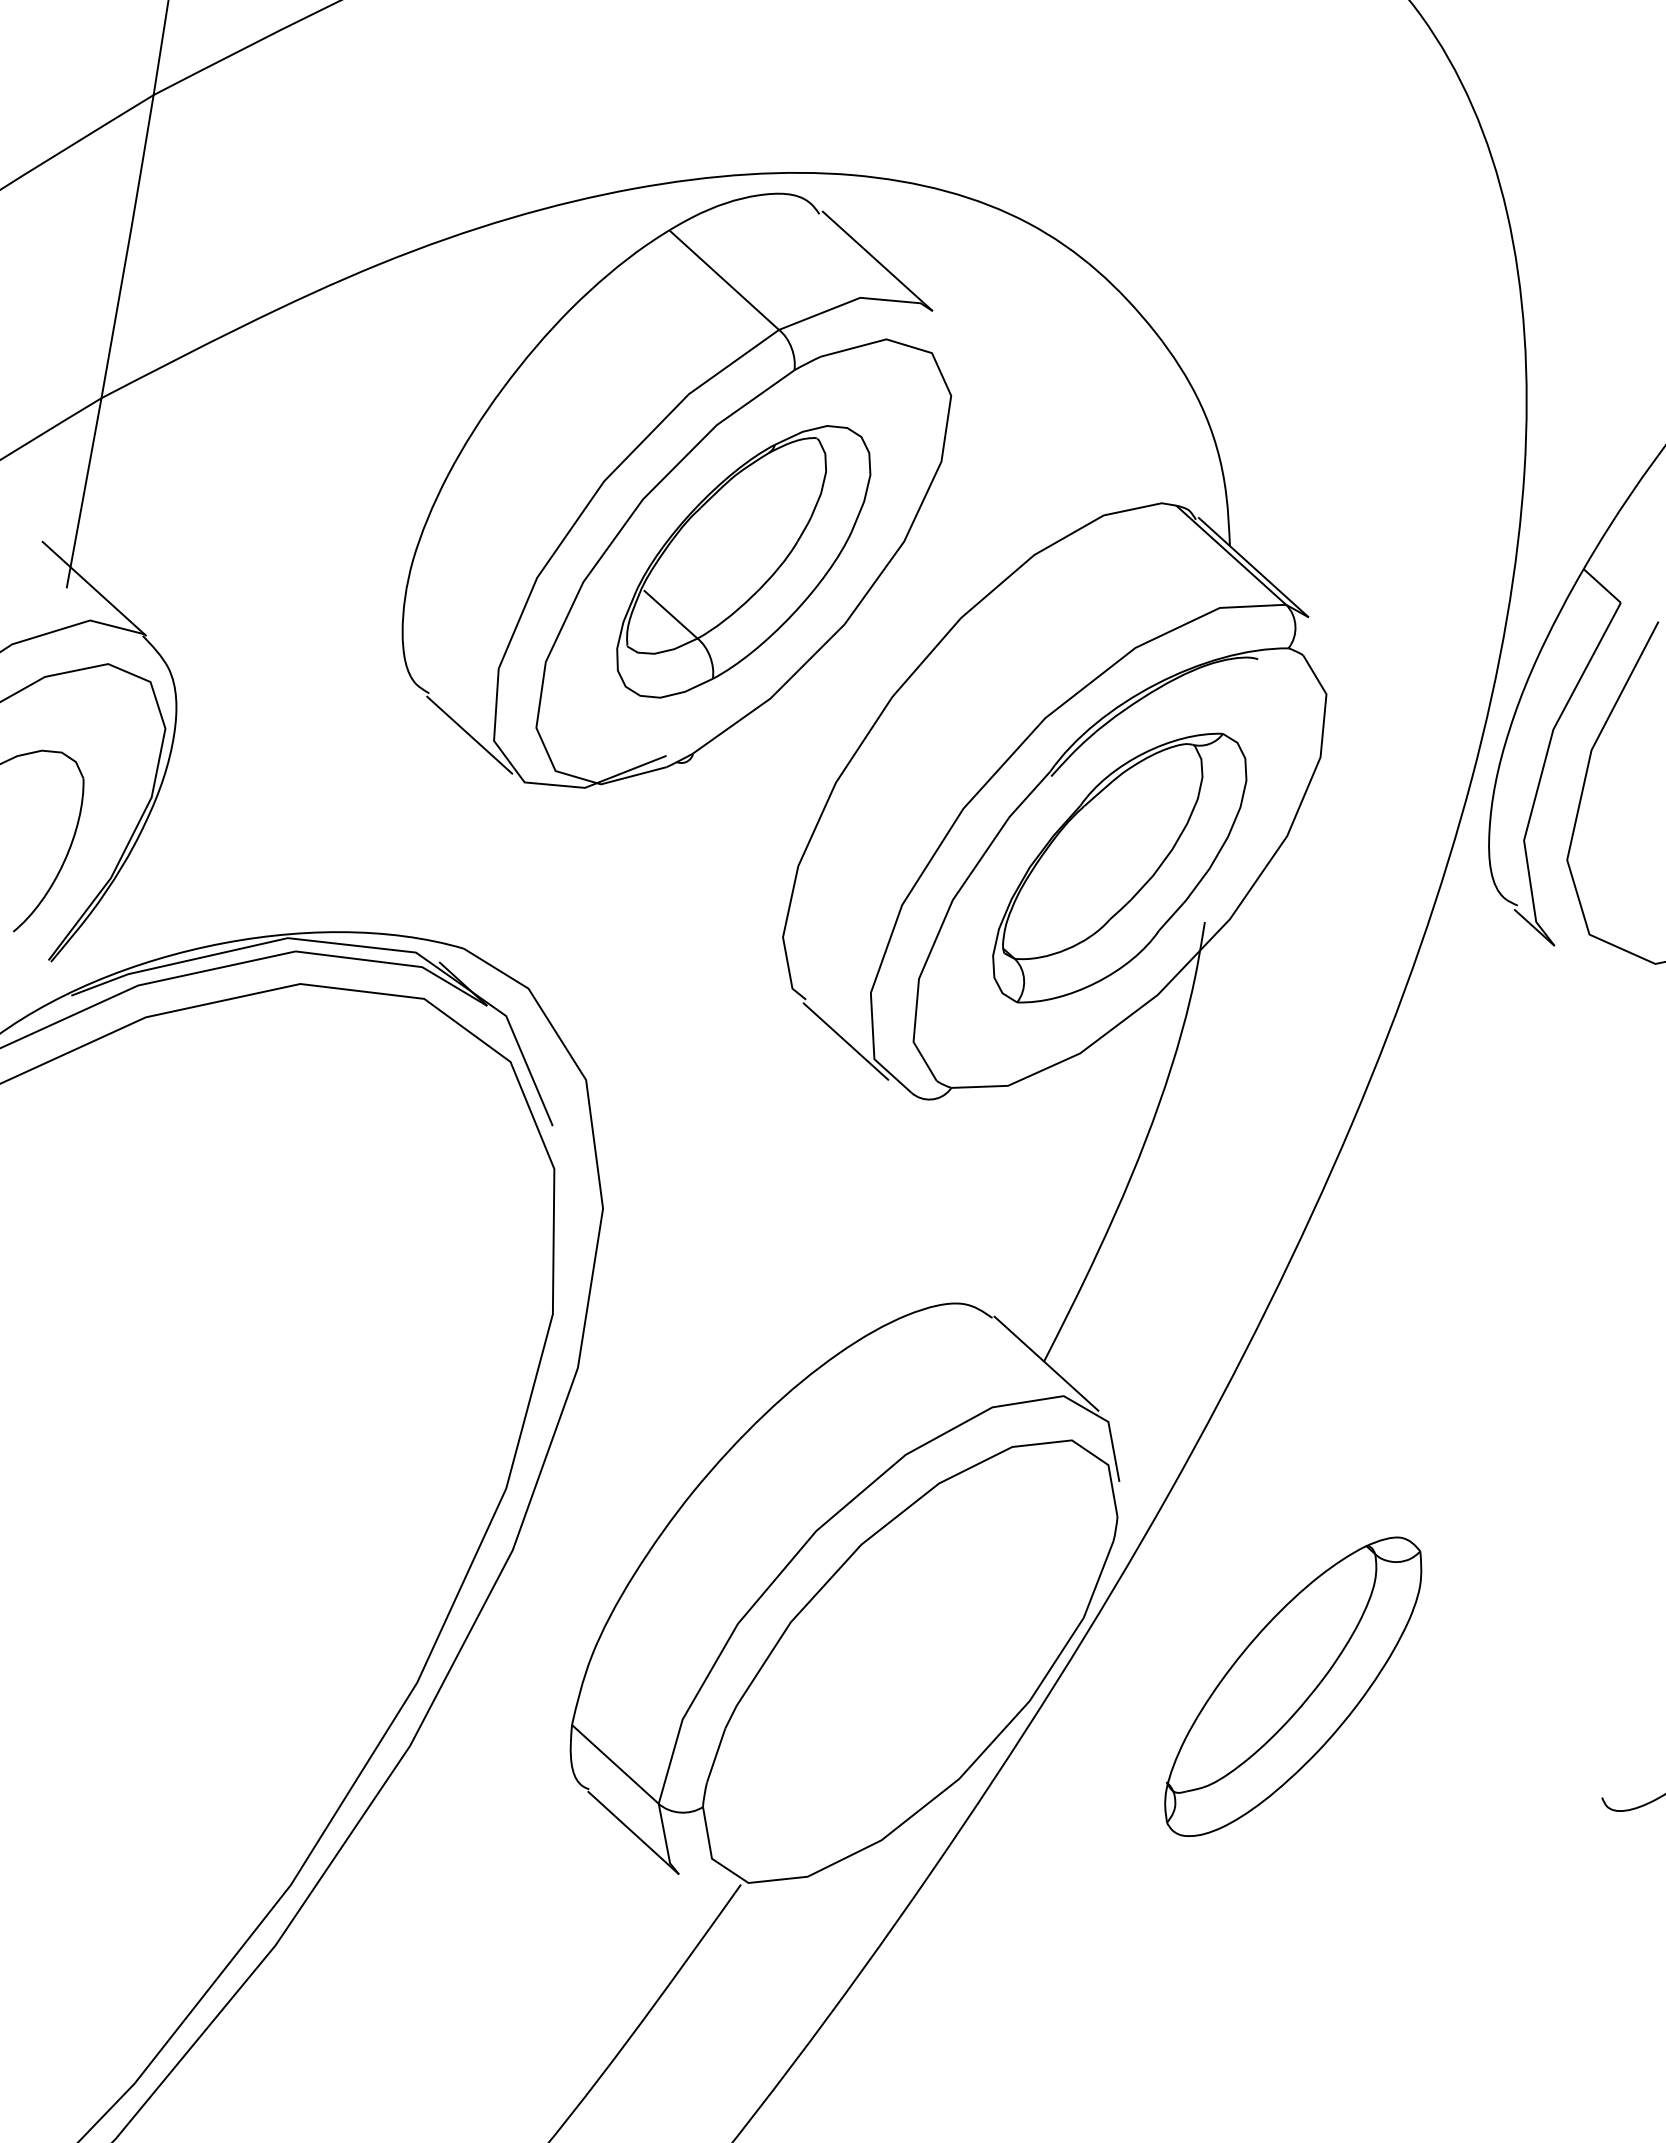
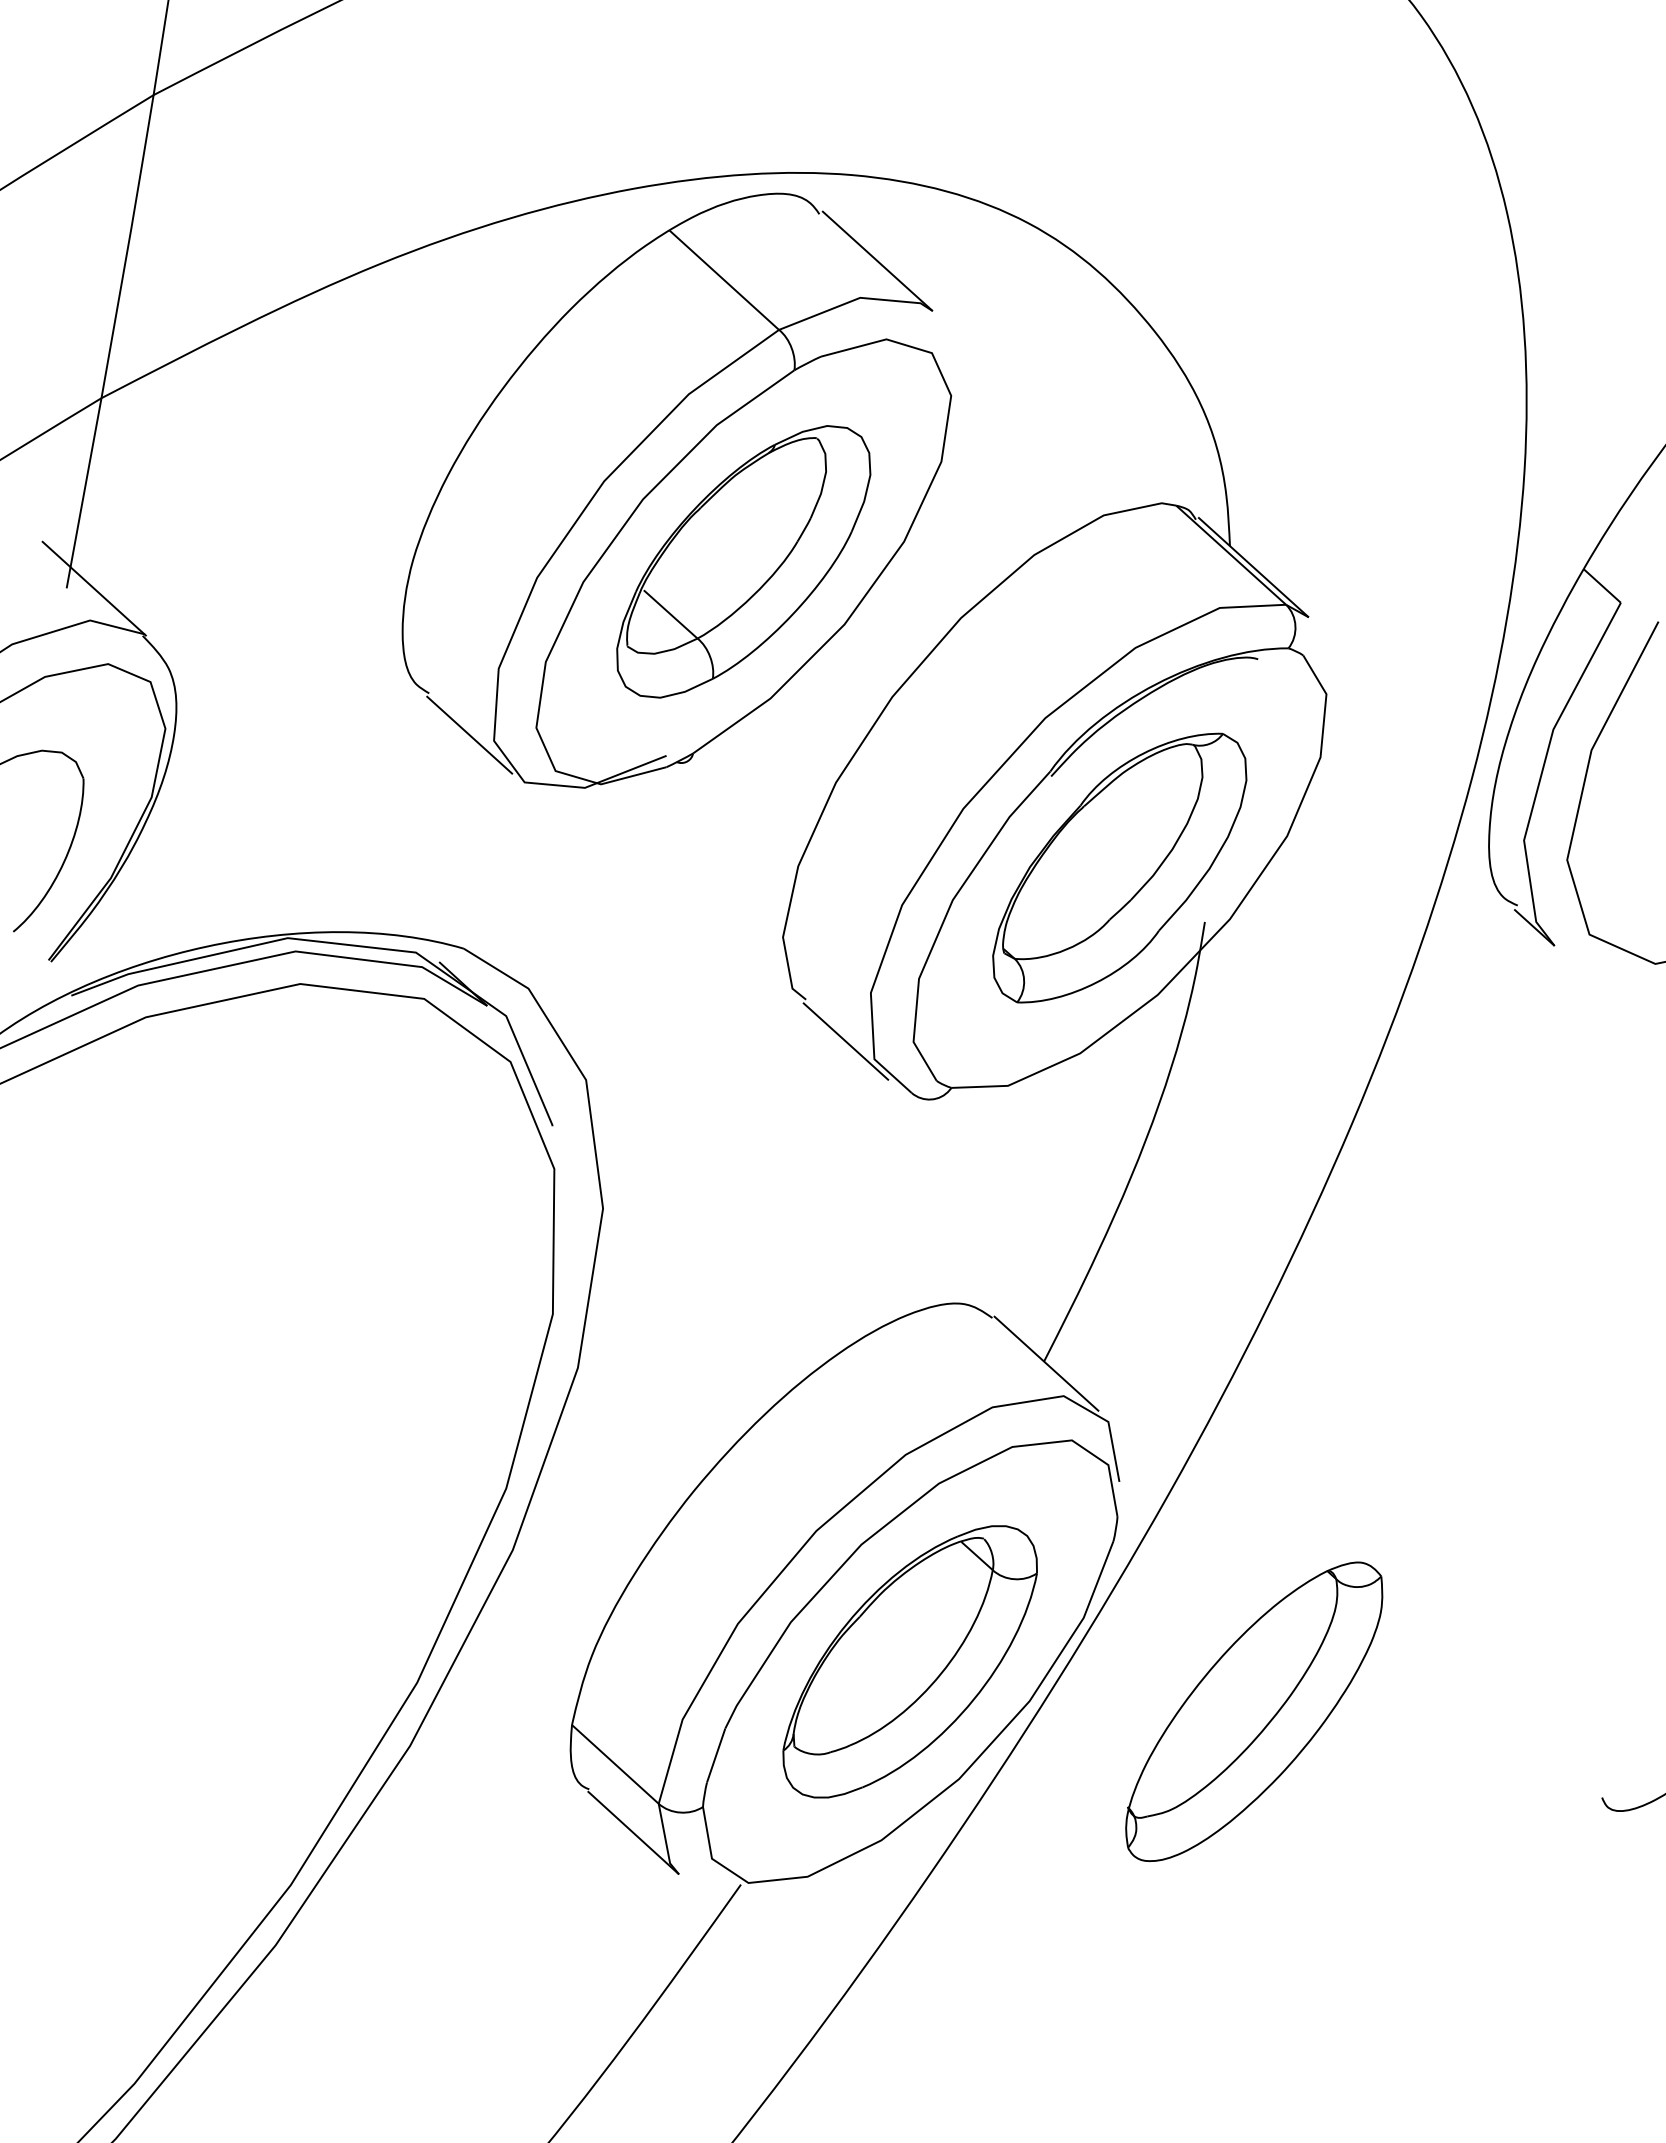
part at (909, 1661): none -> present
part at (1293, 1686) position: (1293, 1686) -> (1254, 1711)
